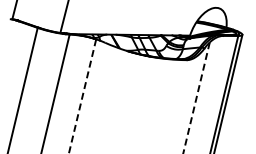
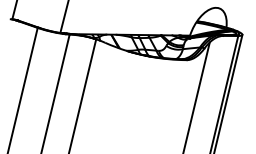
line at (82, 96): dashed -> solid
line at (196, 98): dashed -> solid
